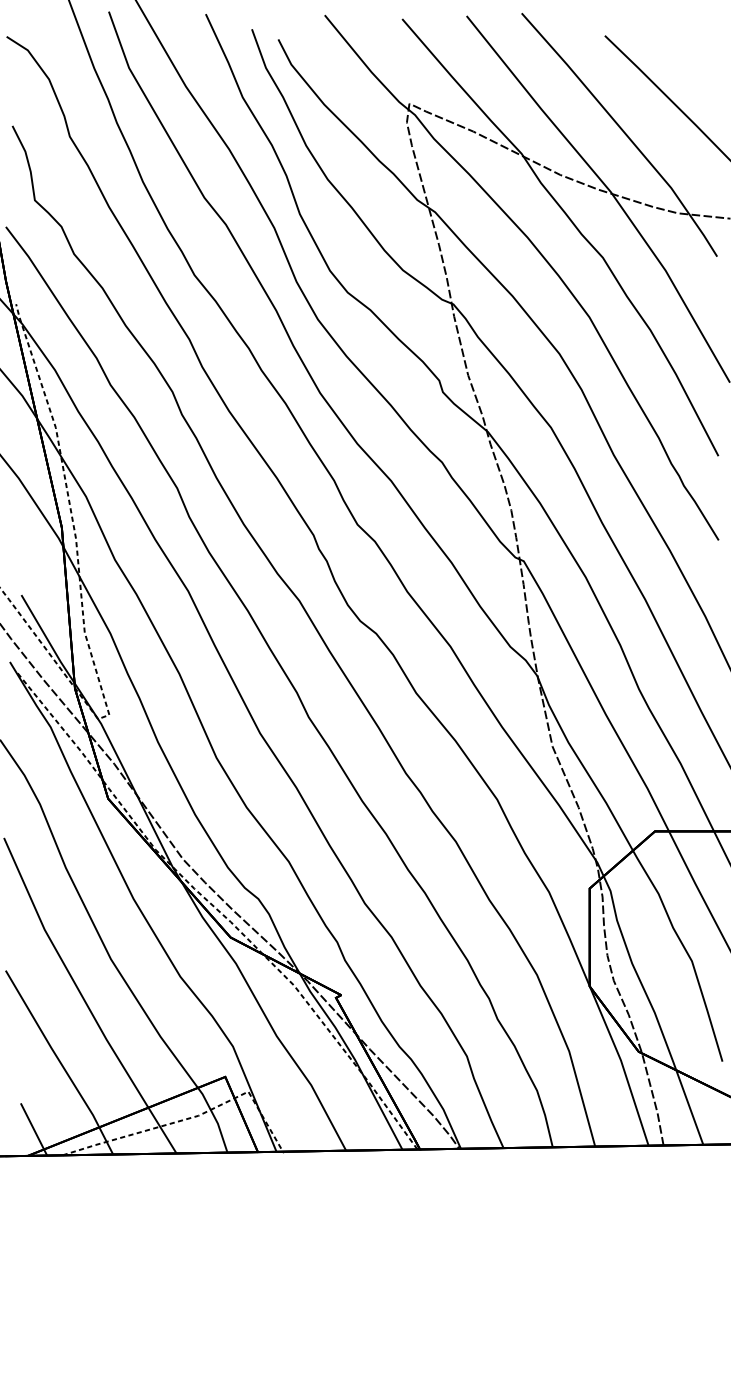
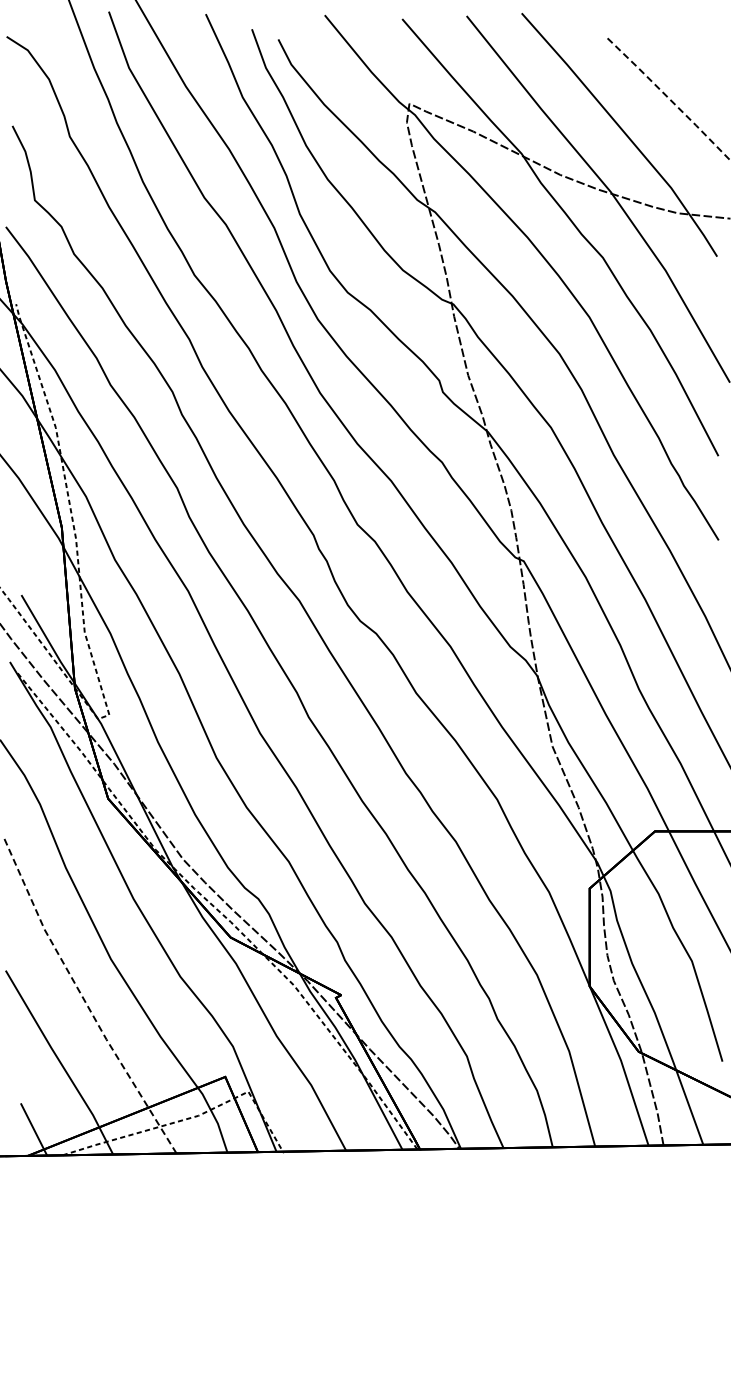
line at (668, 97): solid -> dashed
line at (83, 998): solid -> dashed
